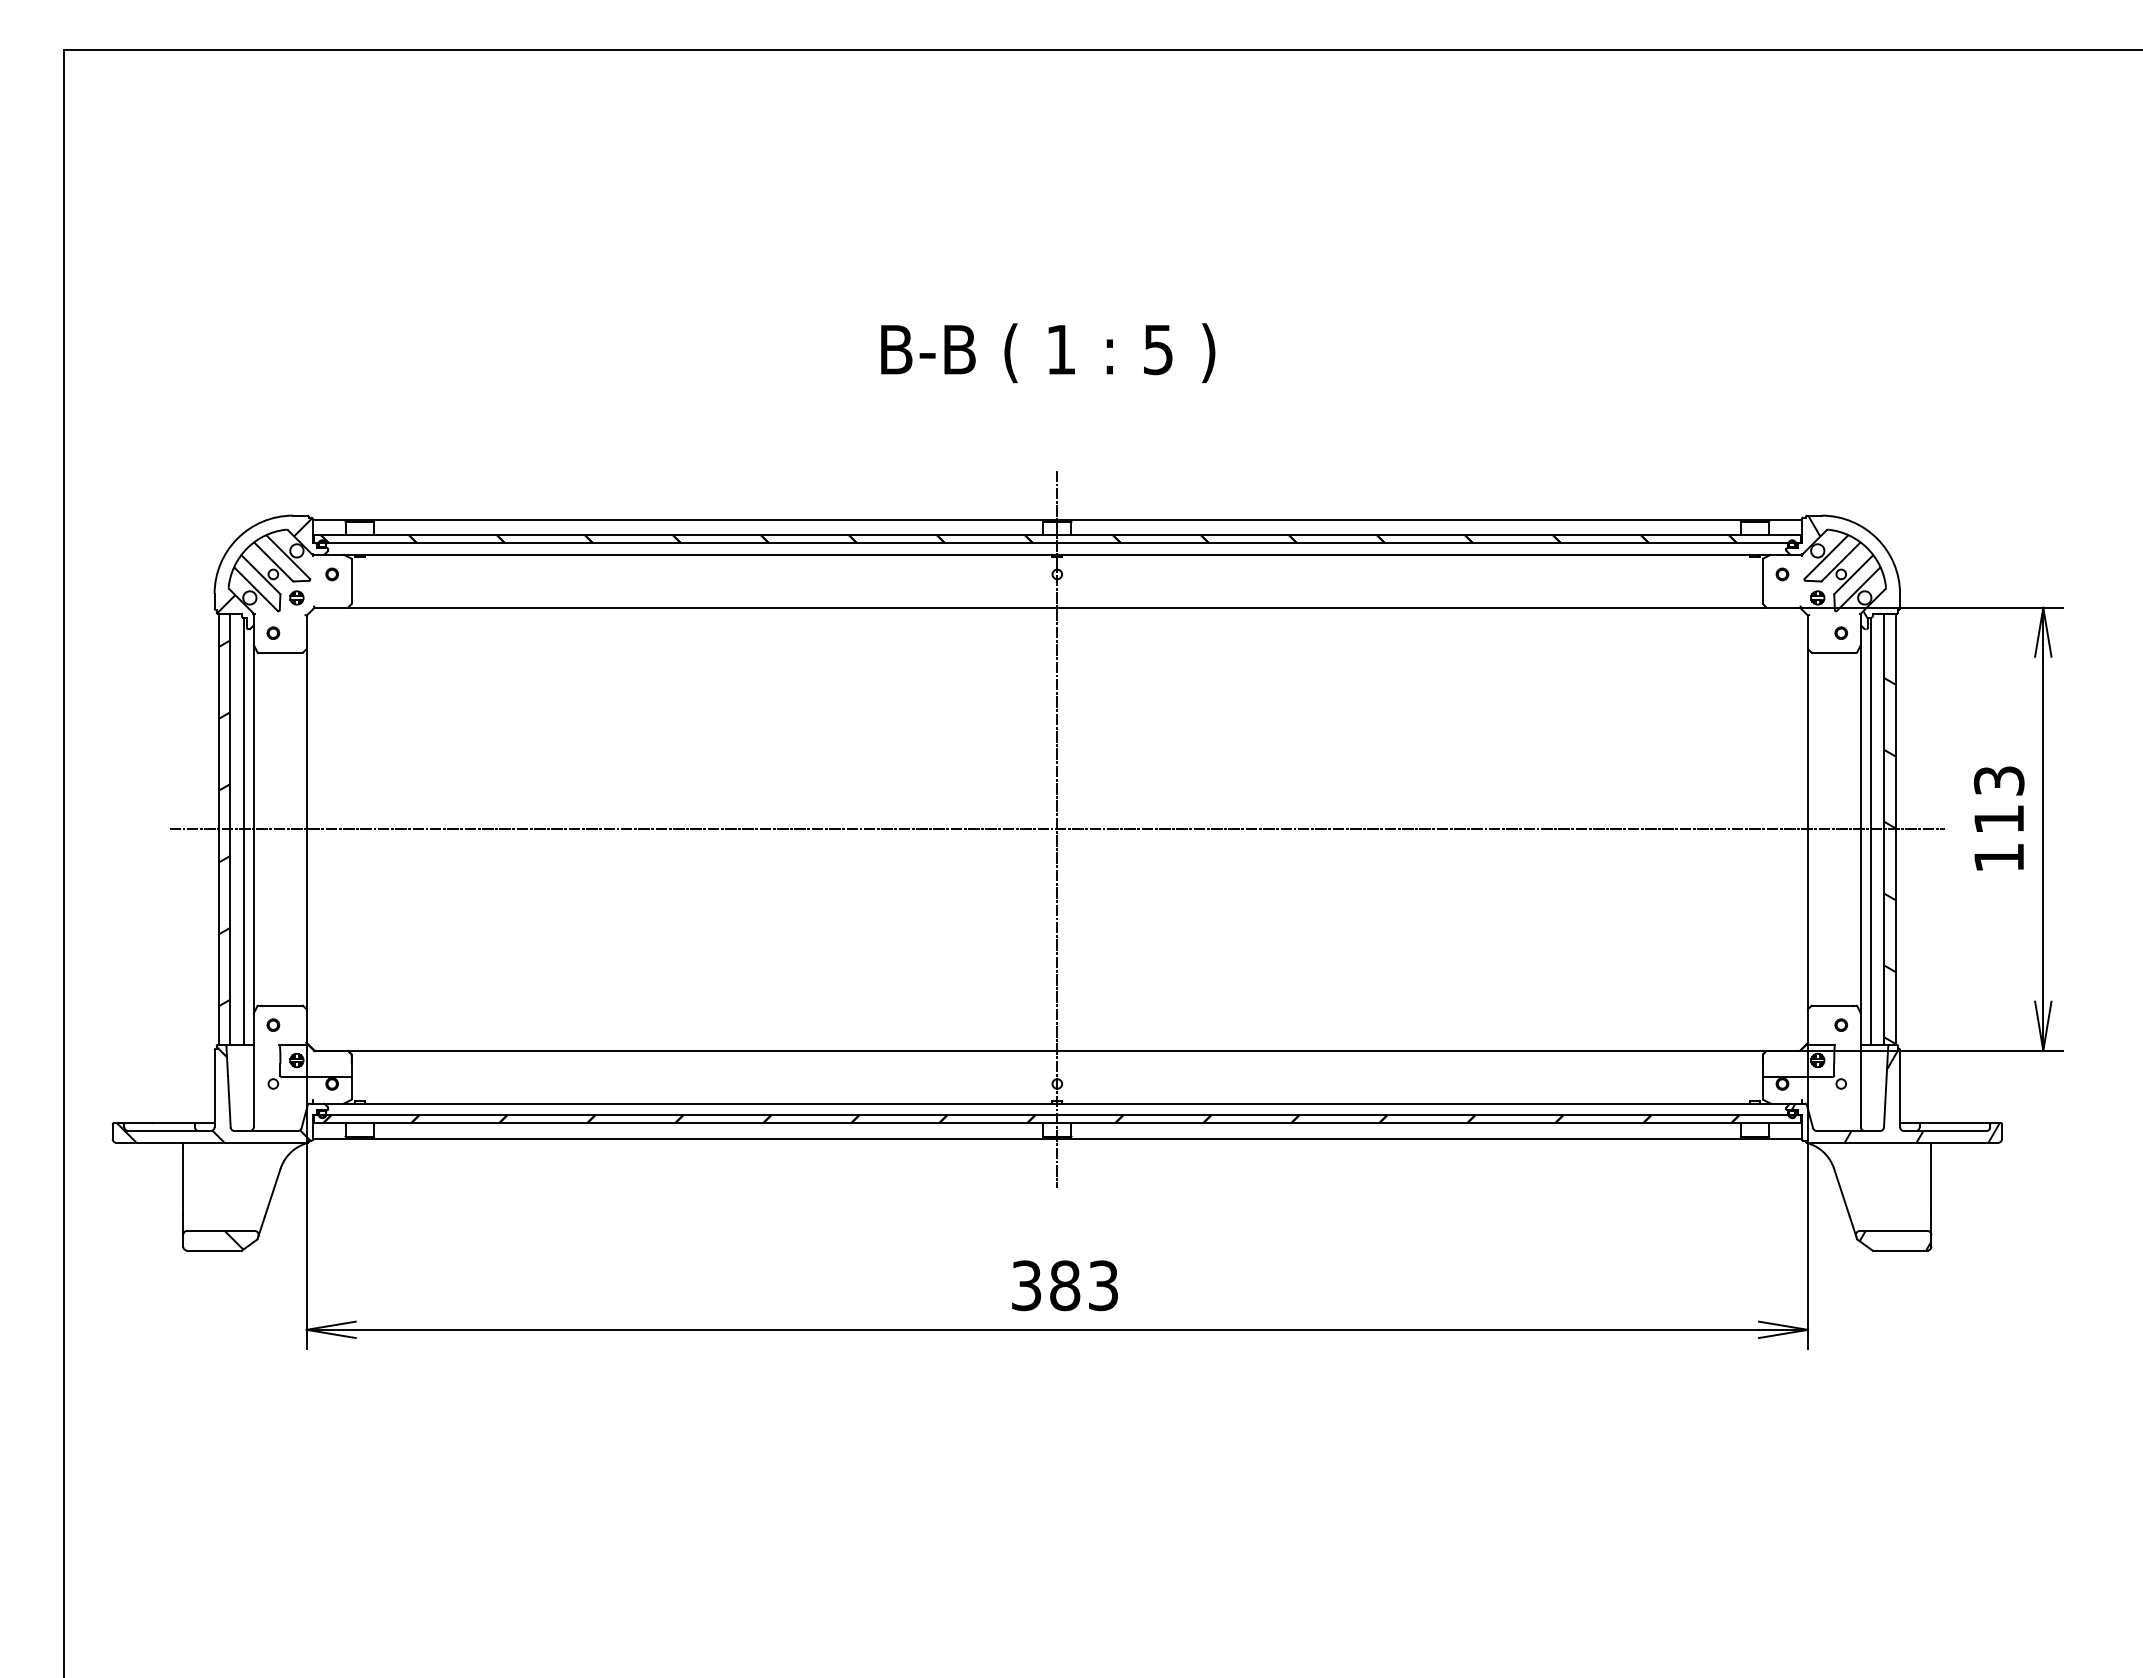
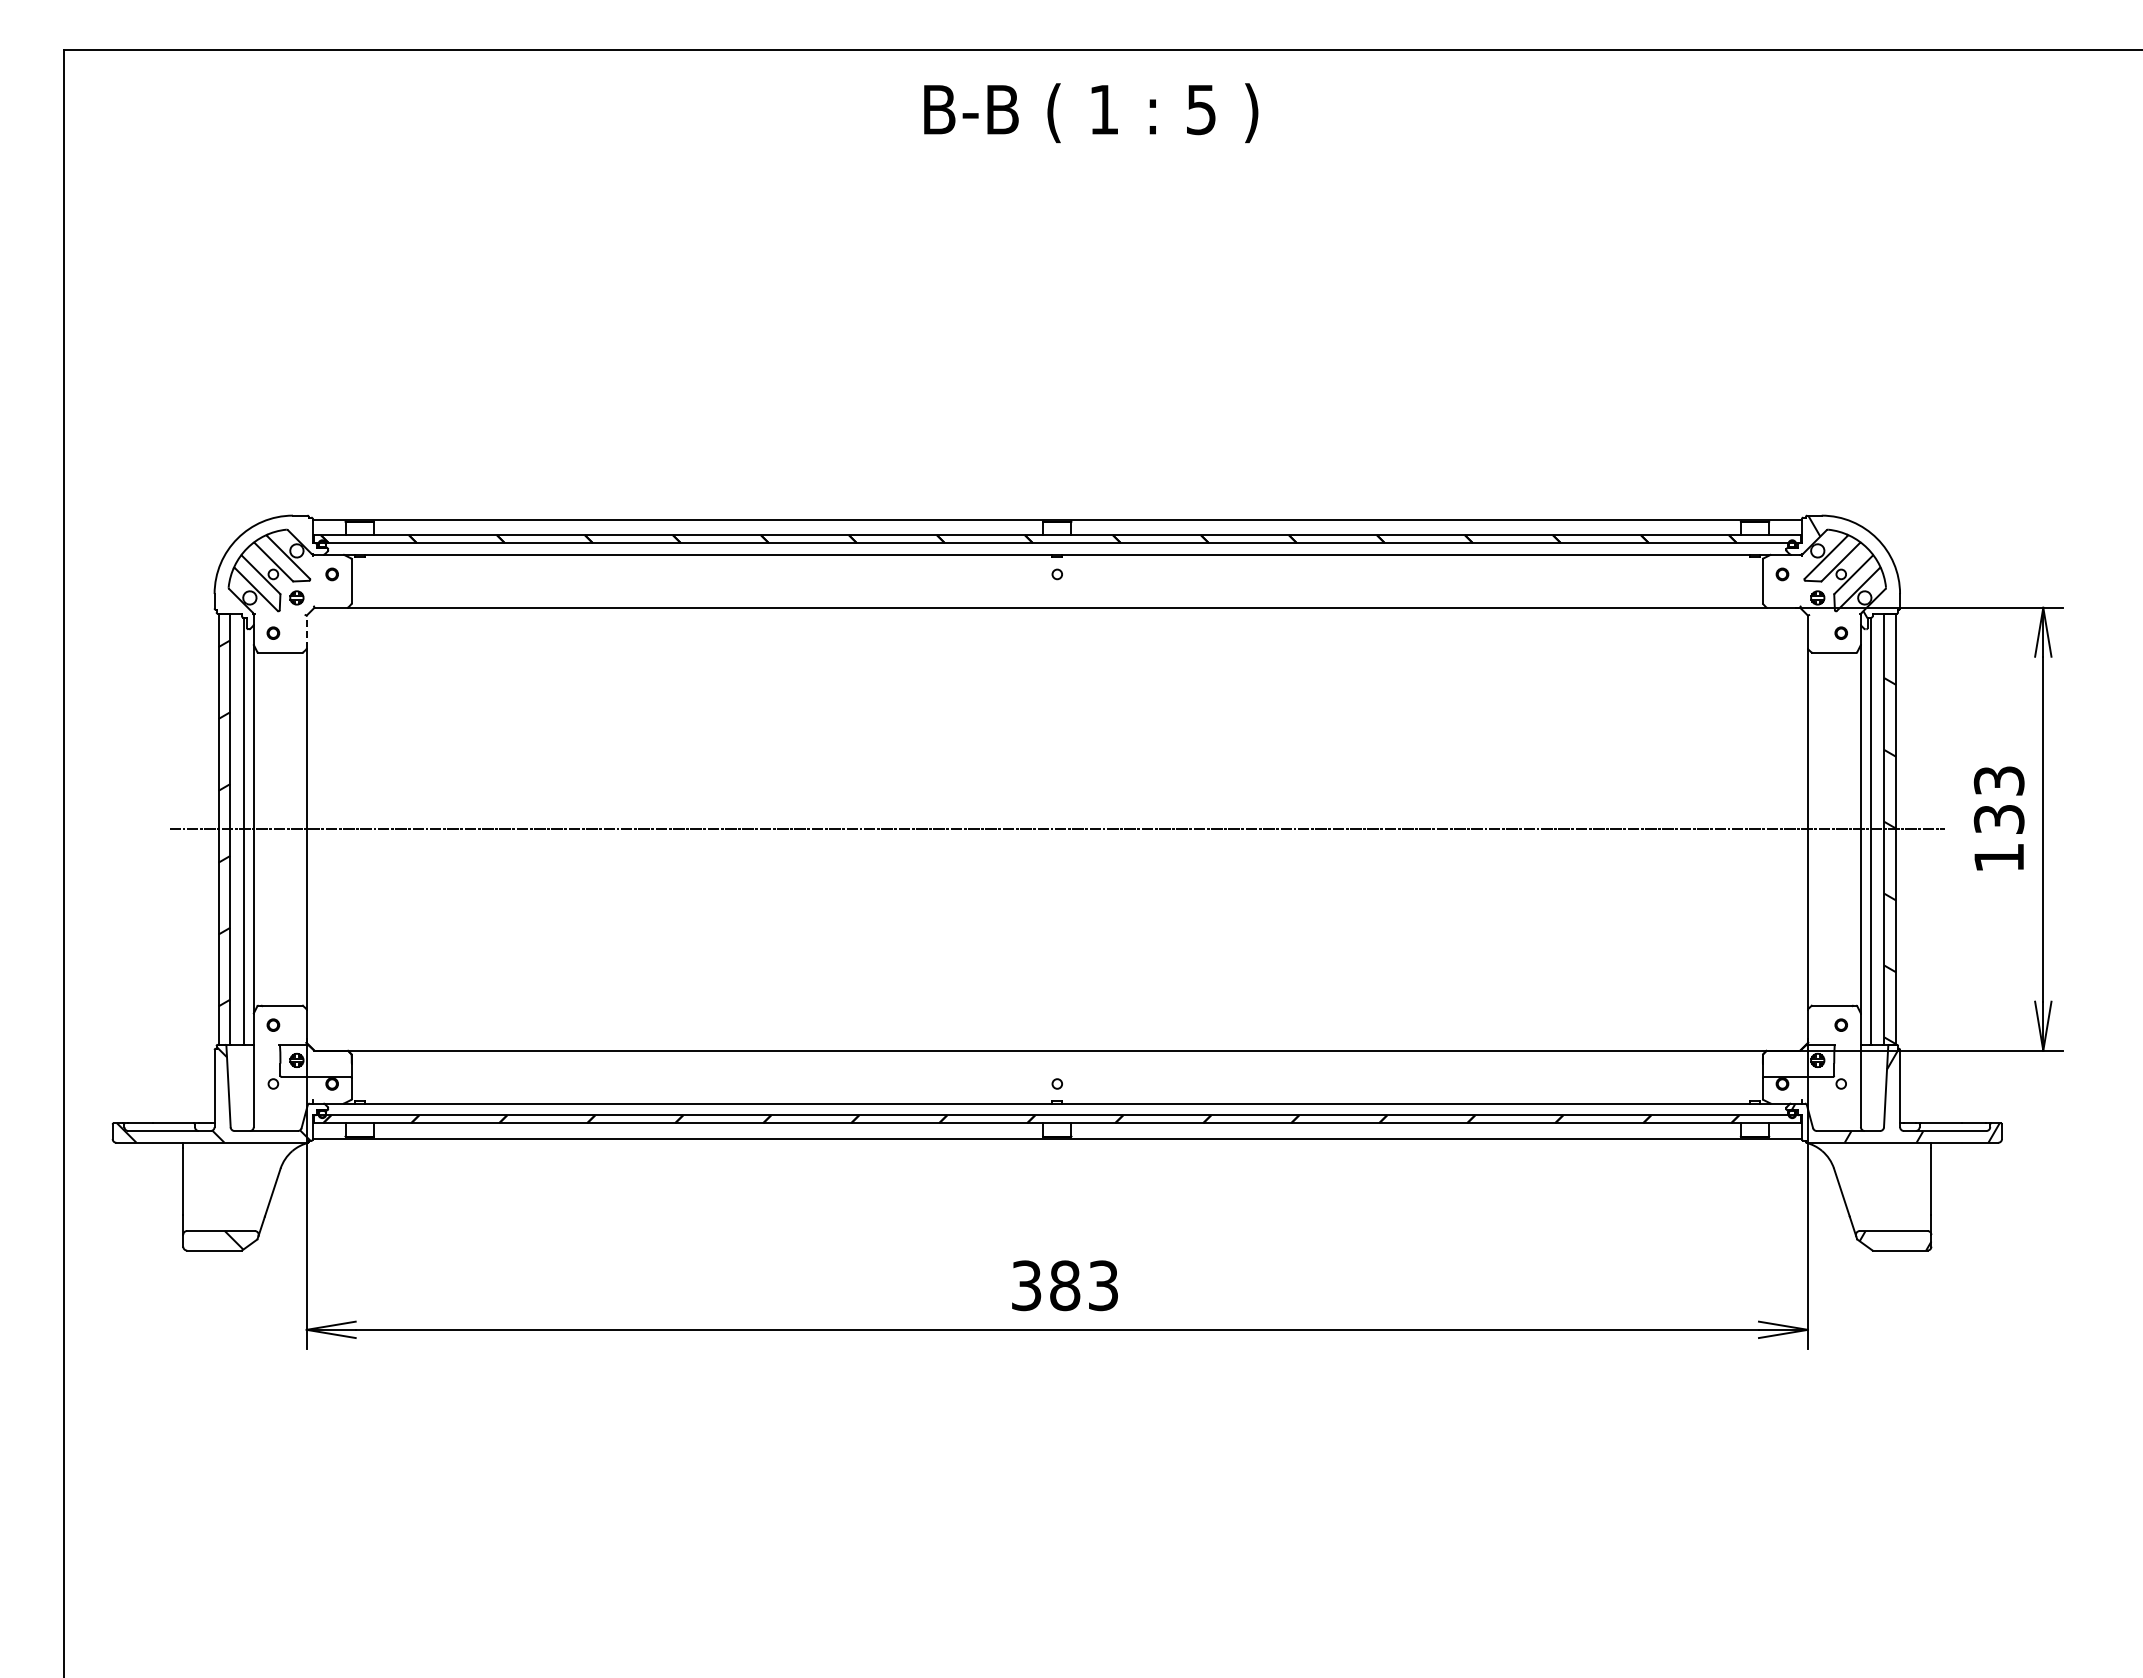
text at (1048, 353) position: (1048, 353) -> (1091, 113)
hatch at (264, 565): present -> none
line at (306, 632): solid -> dashed
text at (1998, 819): 113 -> 133
line at (1057, 828): present -> none
